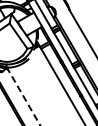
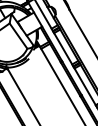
line at (23, 96): dashed -> solid
